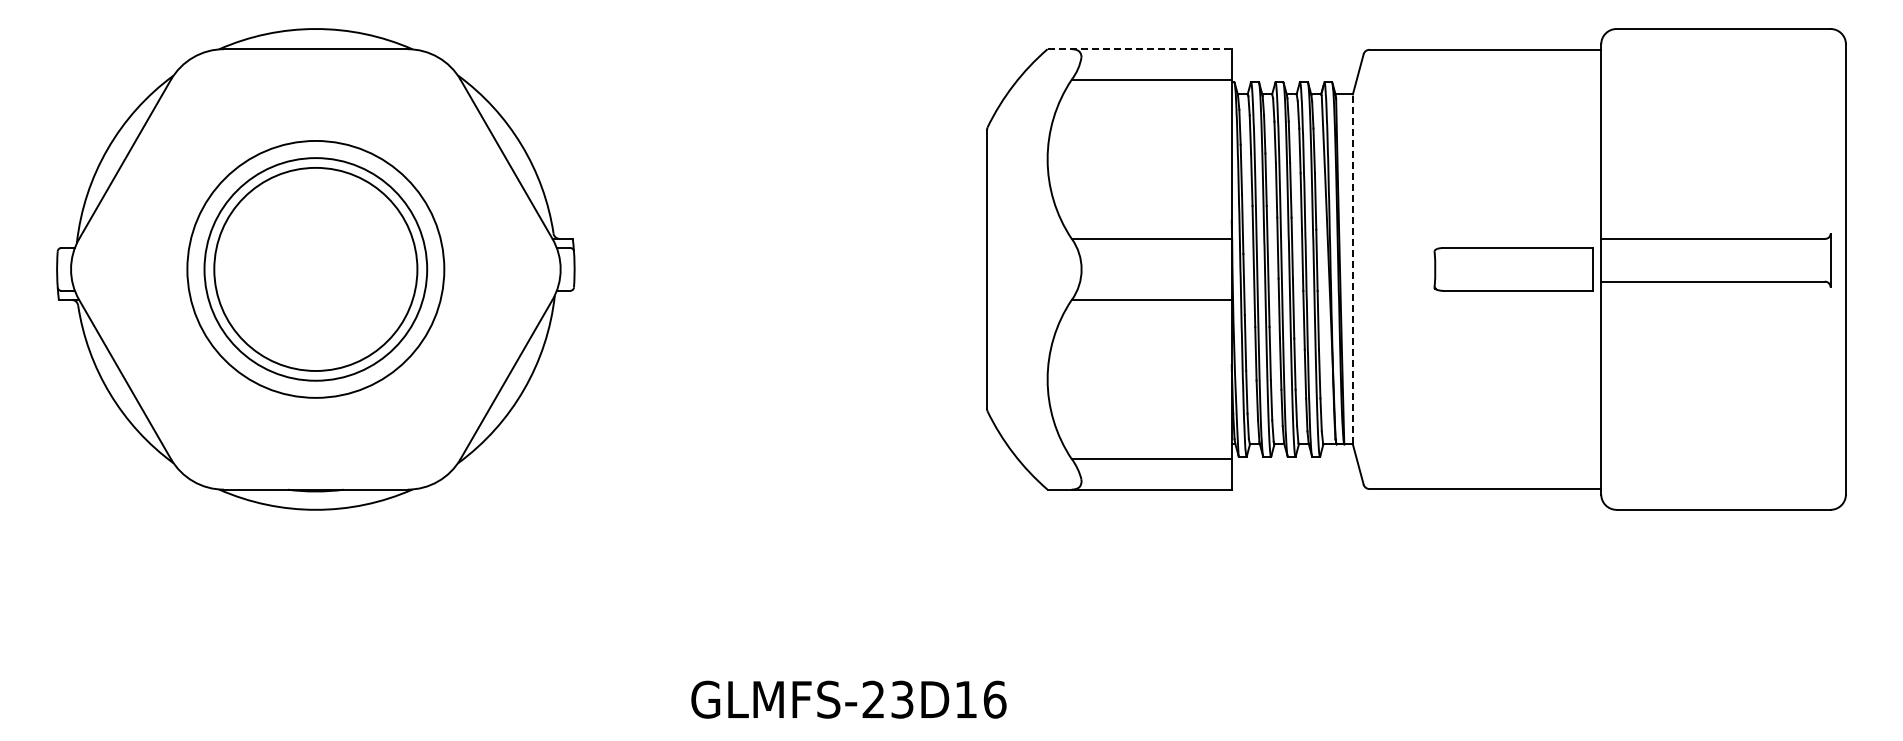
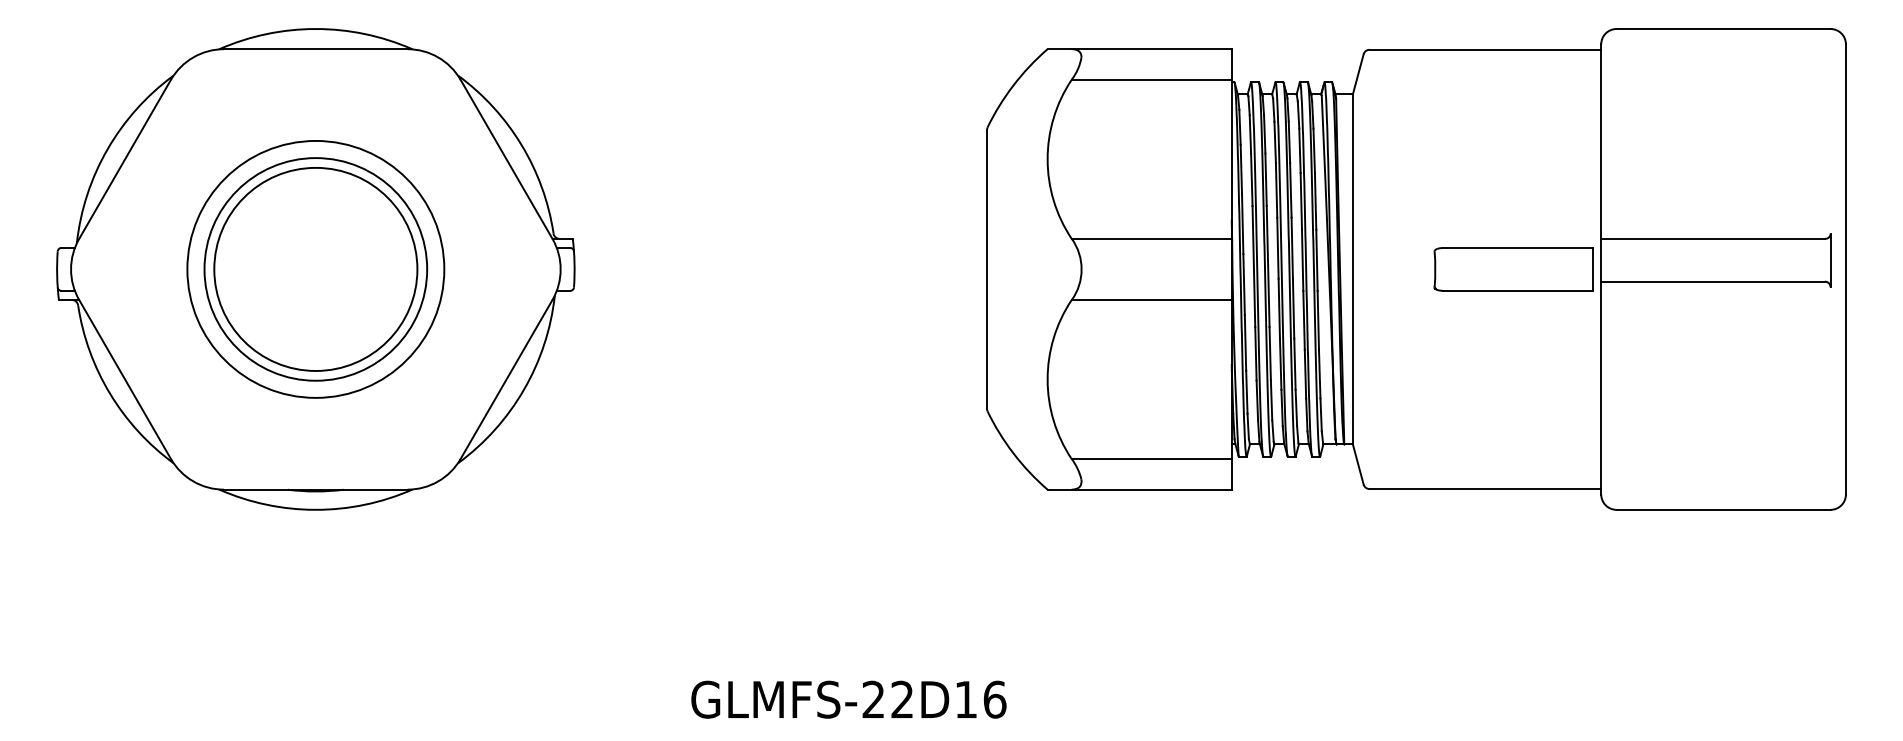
line at (1140, 49): dashed -> solid
line at (1352, 269): dashed -> solid
text at (902, 699): GLMFS-23D16 -> GLMFS-22D16
